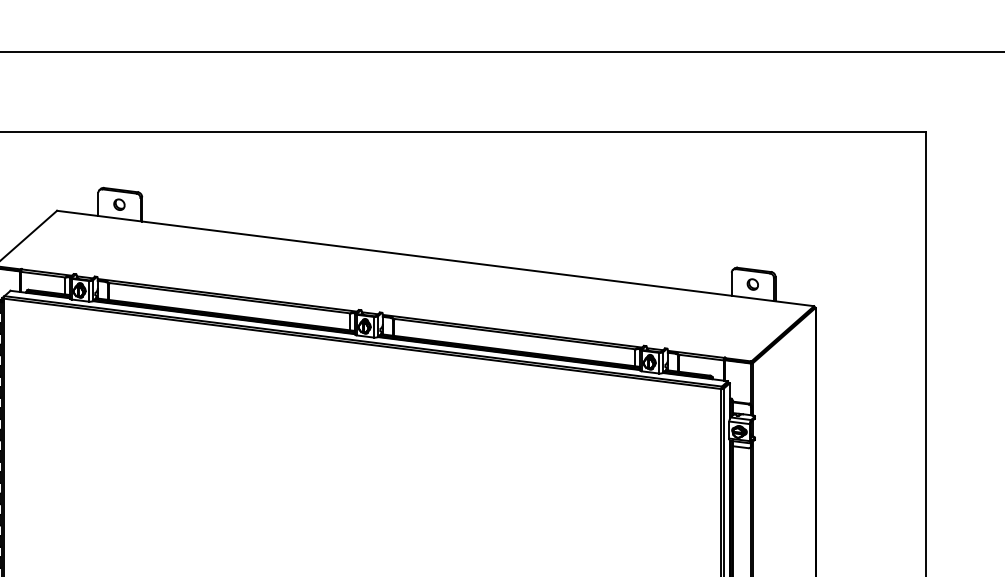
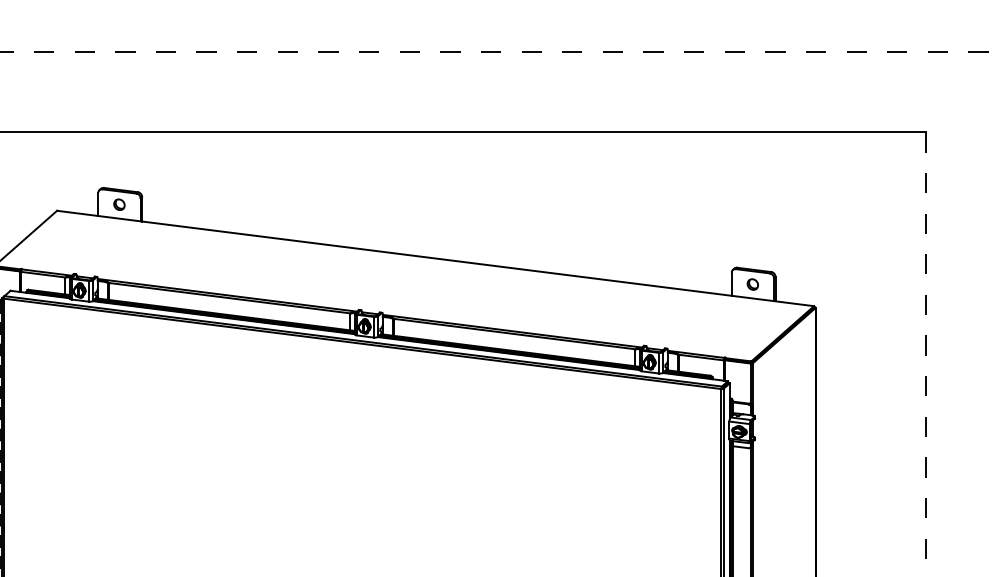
line at (502, 52): solid -> dashed
line at (926, 354): solid -> dashed
